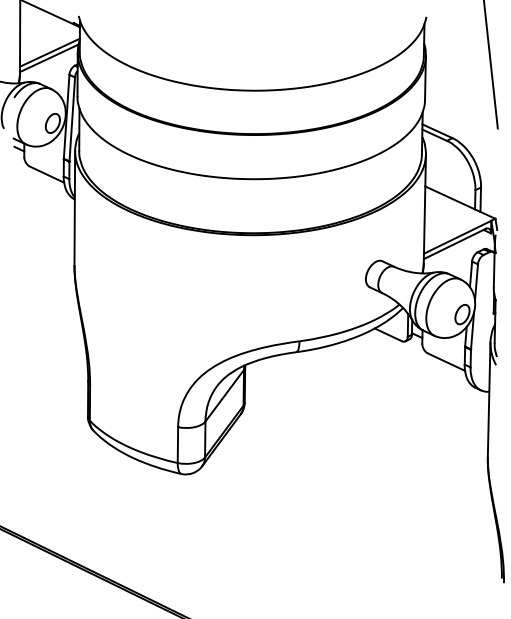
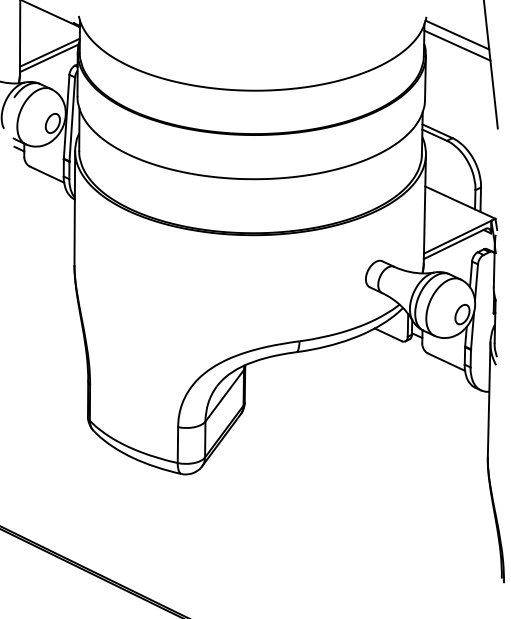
line at (457, 34): none -> present
line at (457, 45): none -> present
